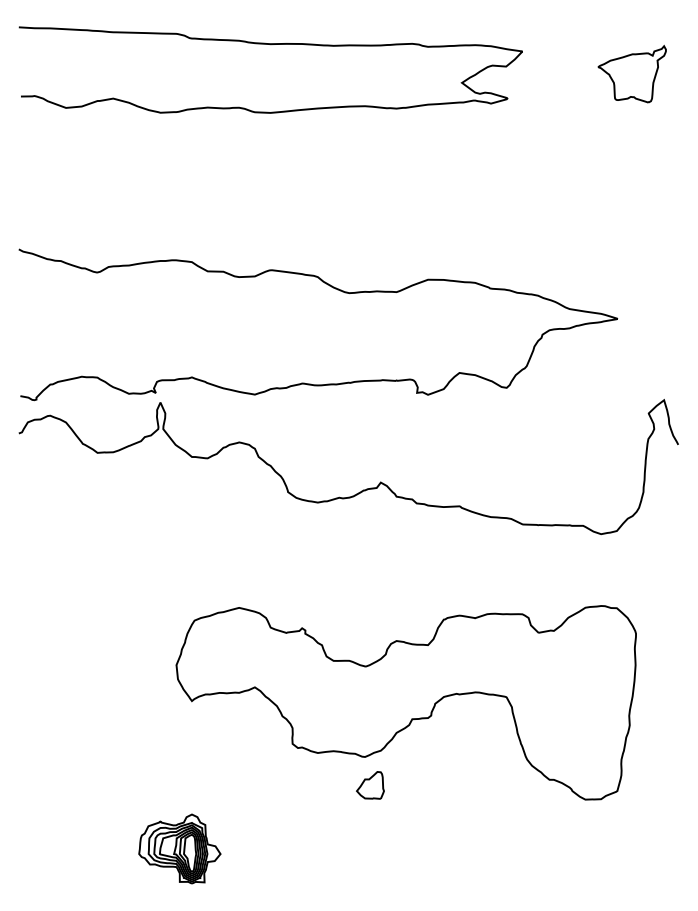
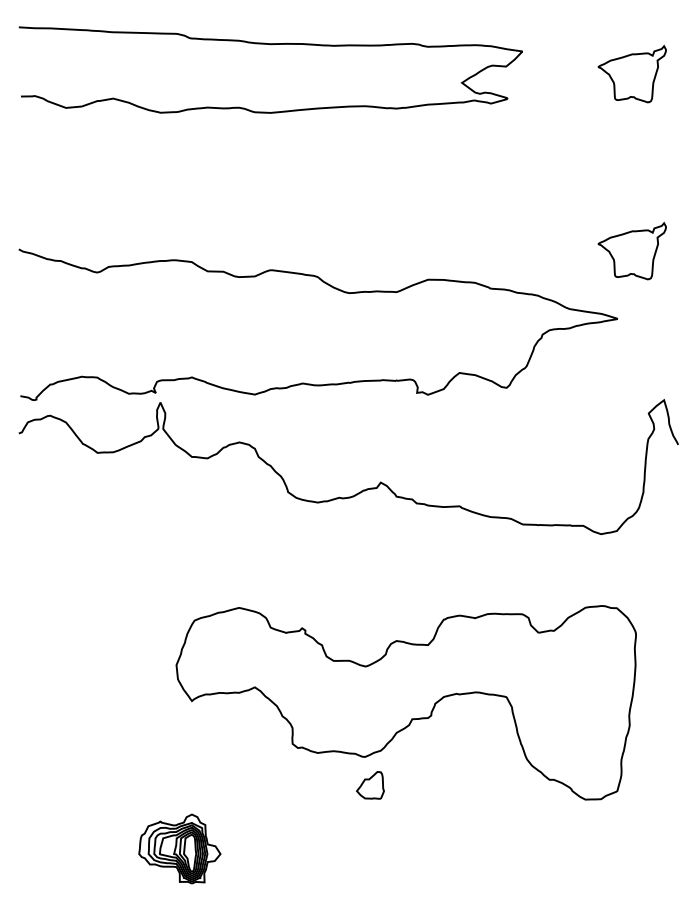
part at (631, 250): none -> present
